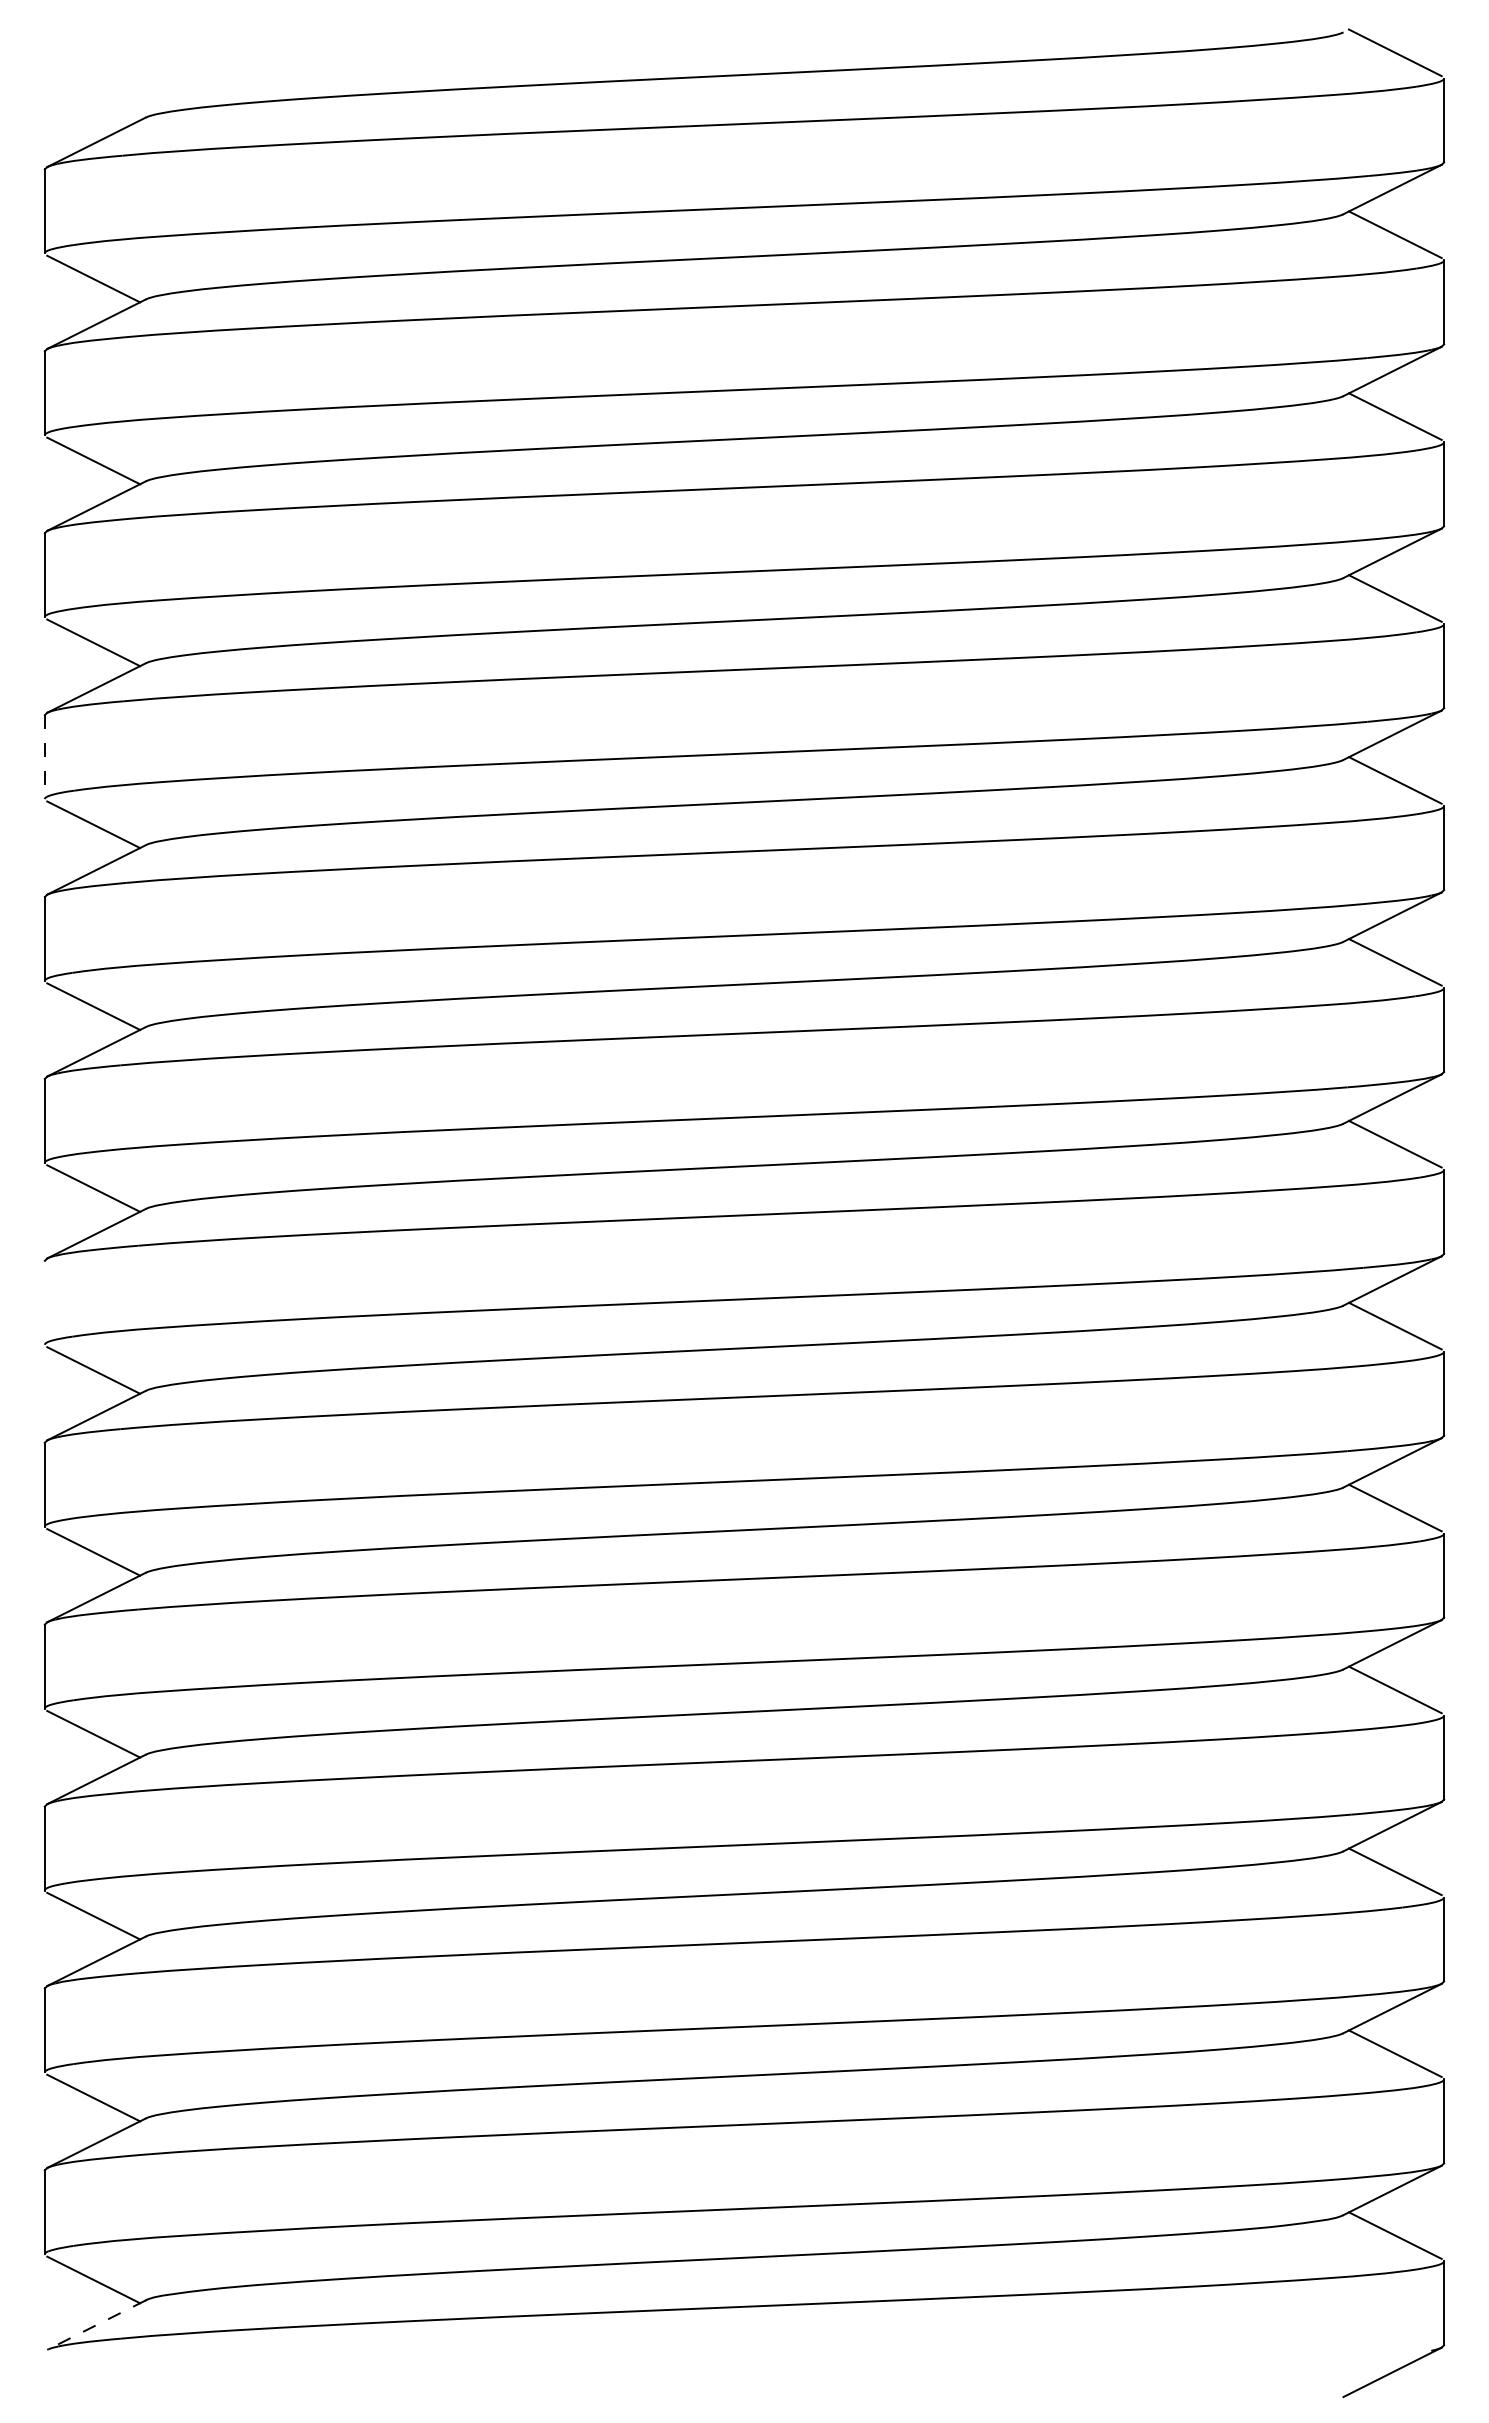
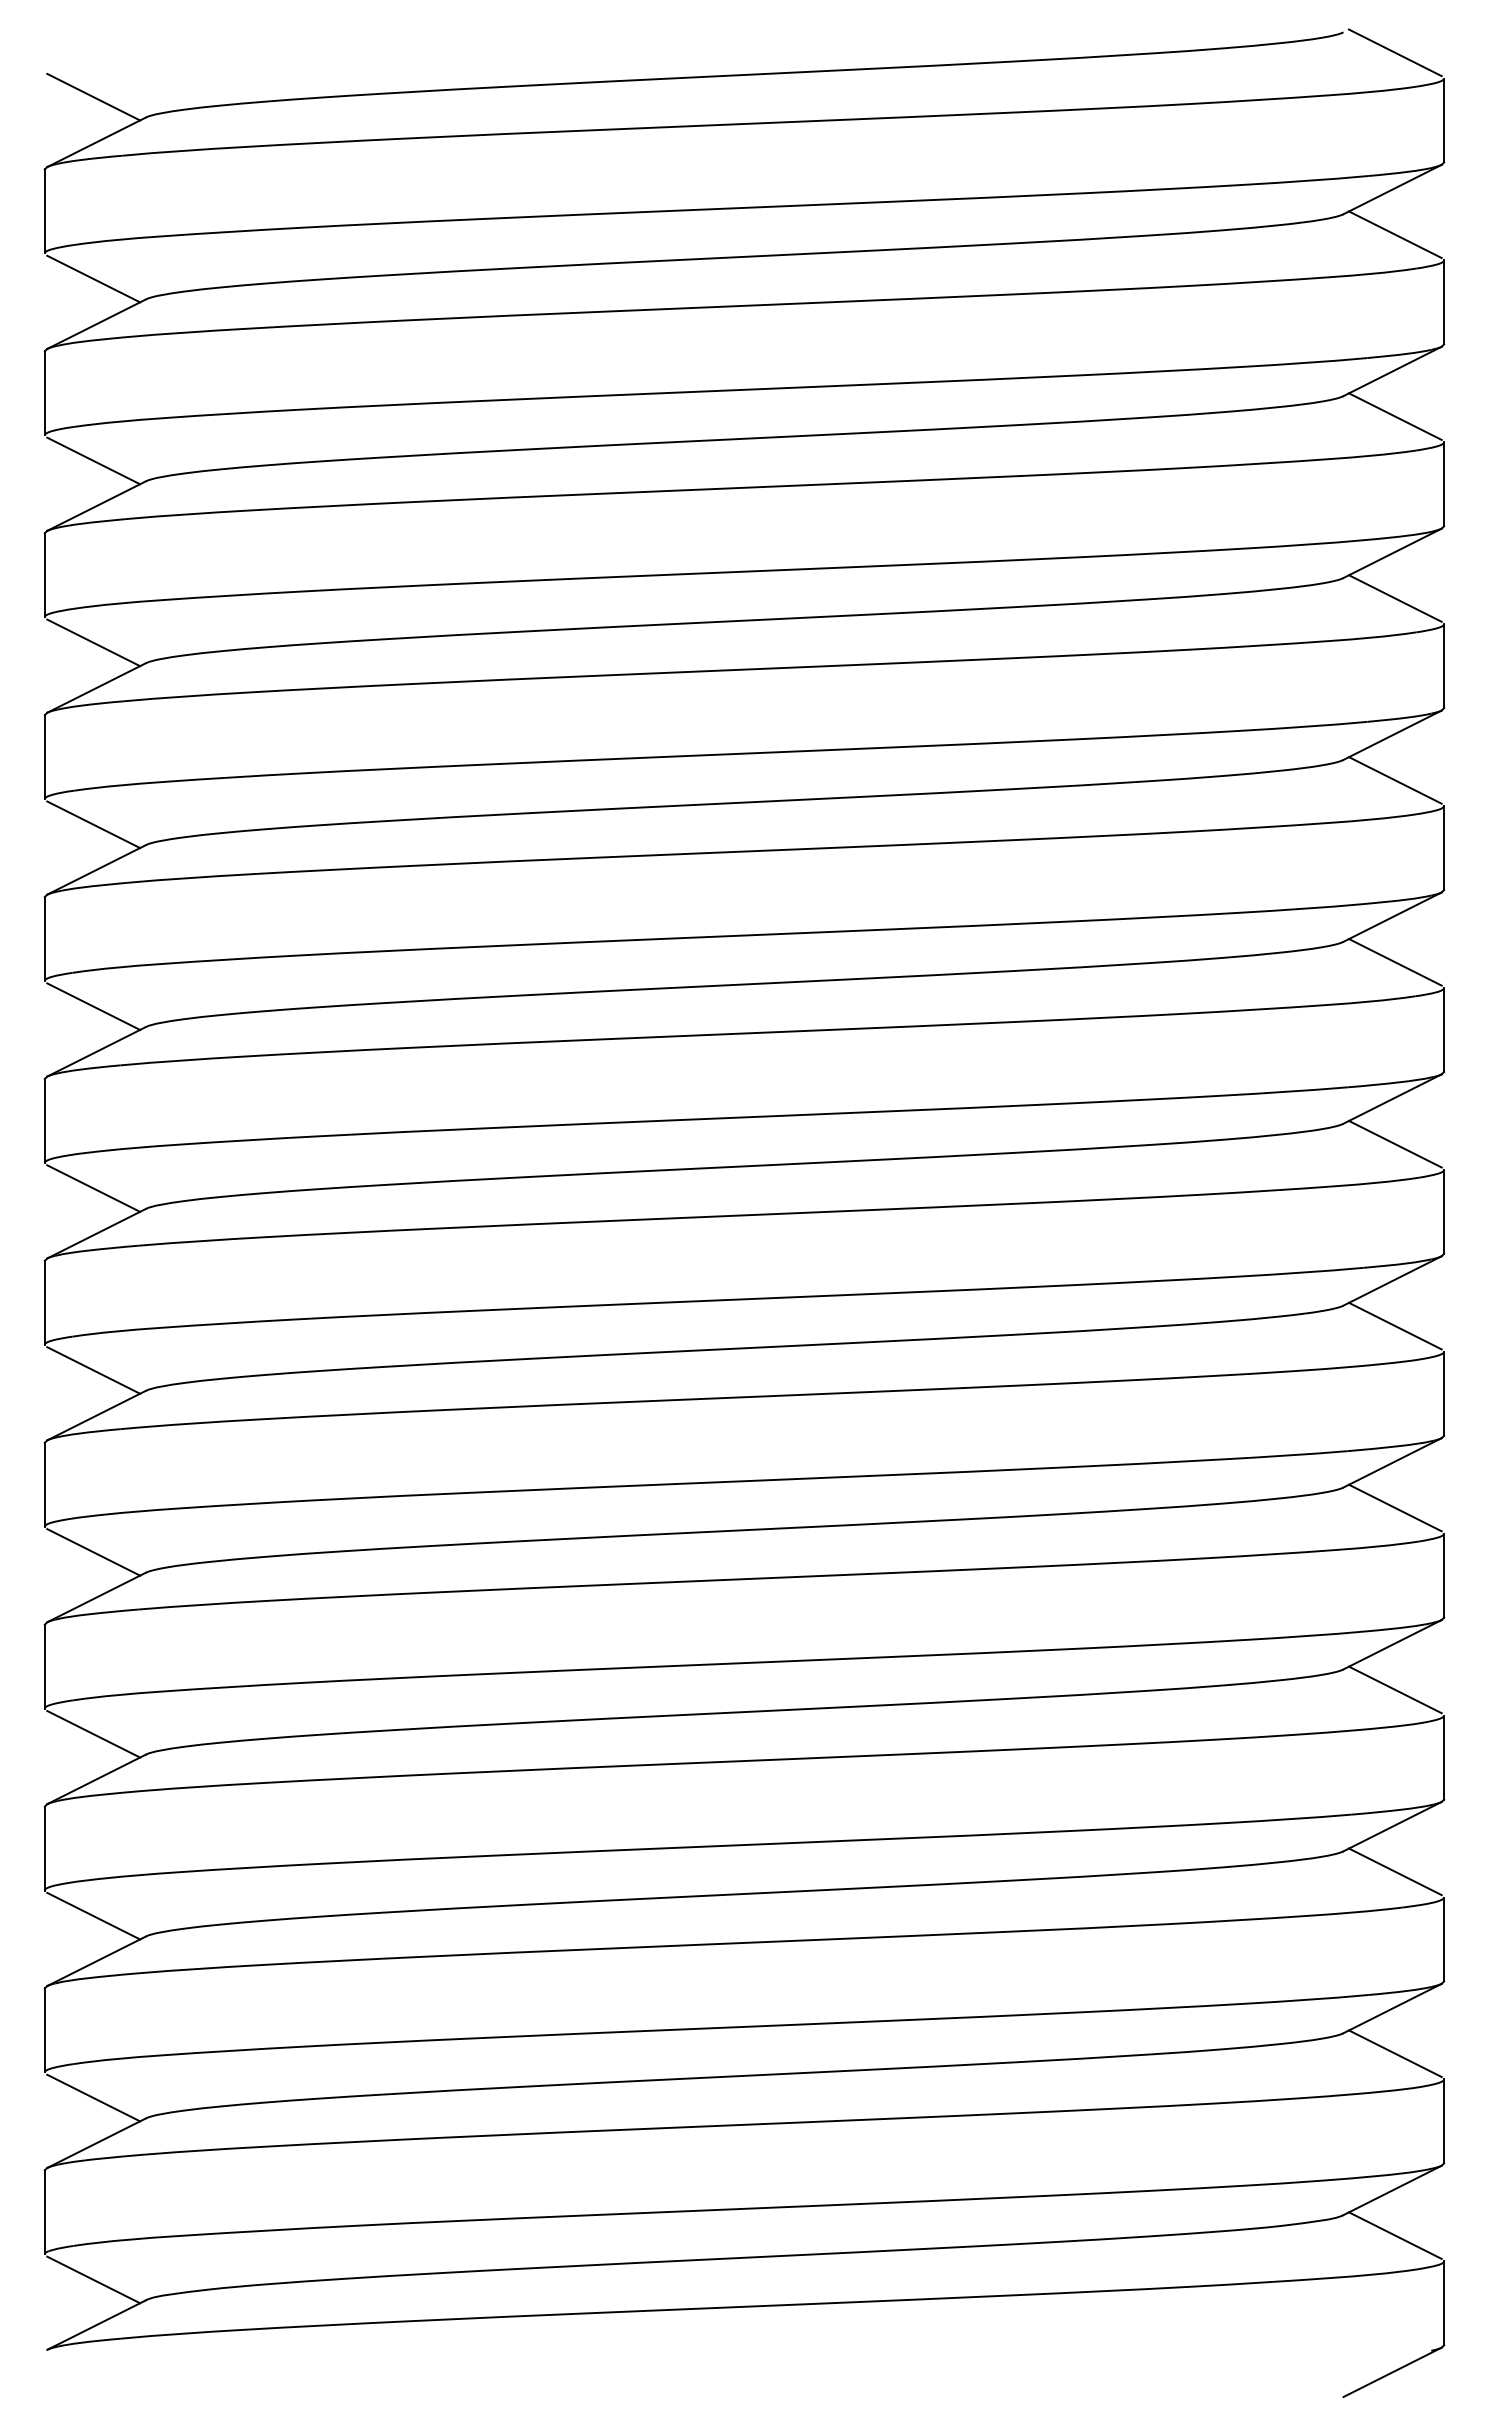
line at (93, 96): none -> present
line at (44, 757): dashed -> solid
line at (44, 1302): none -> present
line at (96, 2325): dashed -> solid
